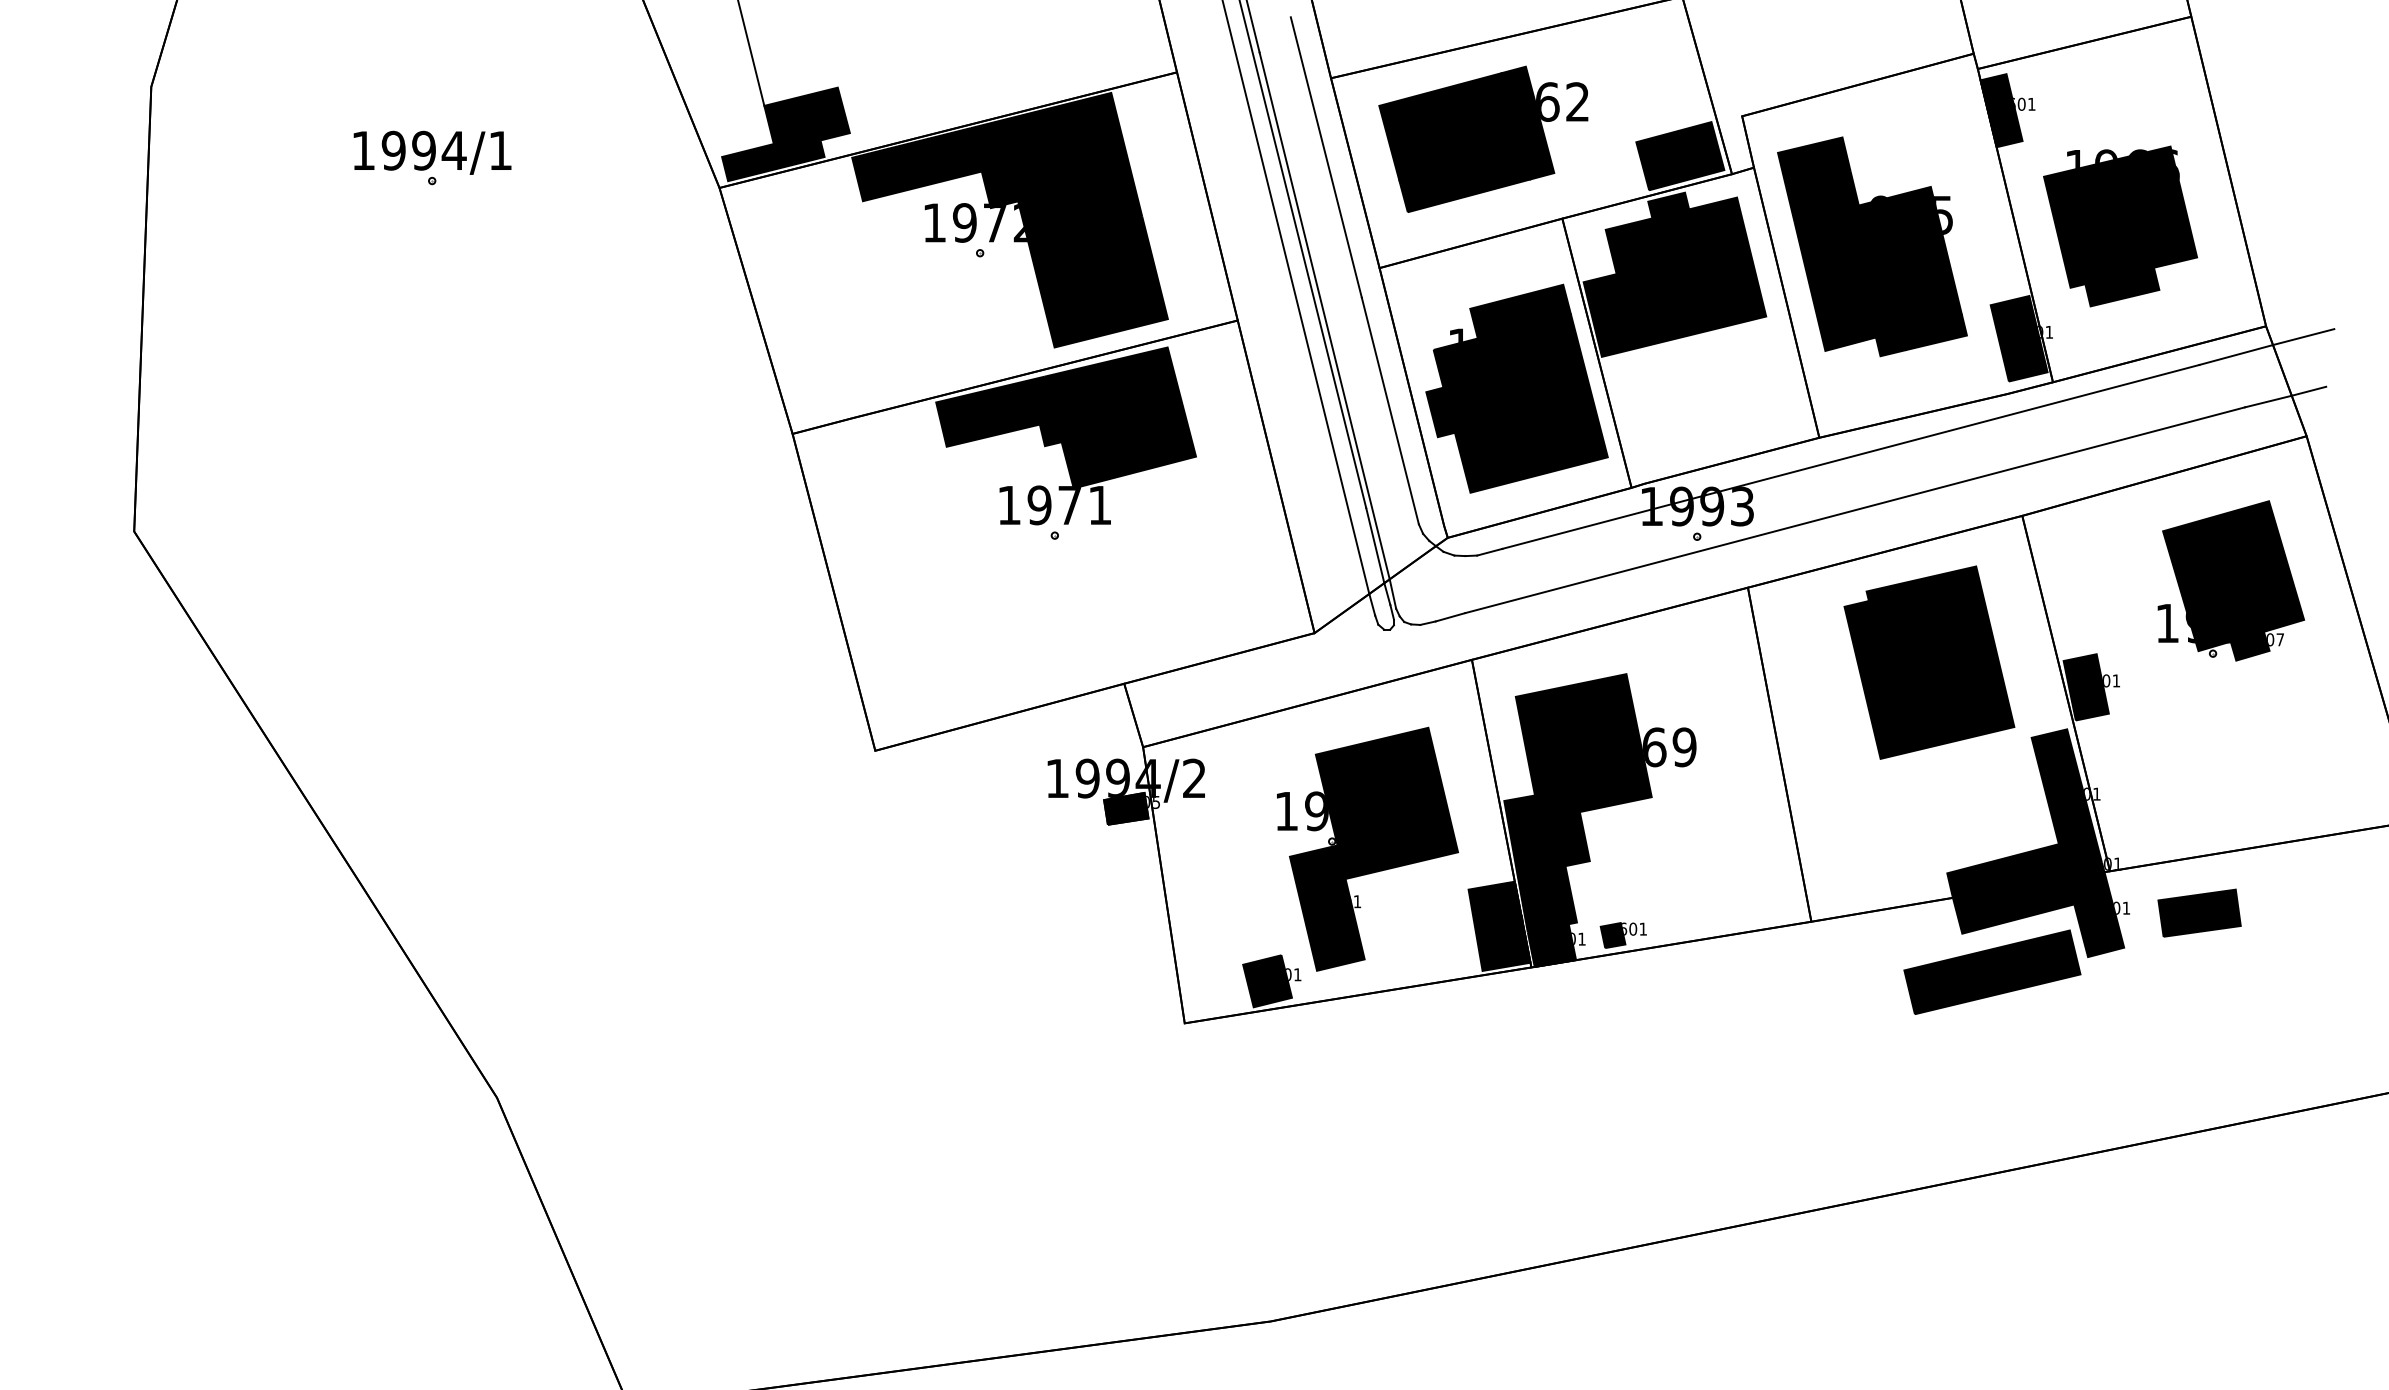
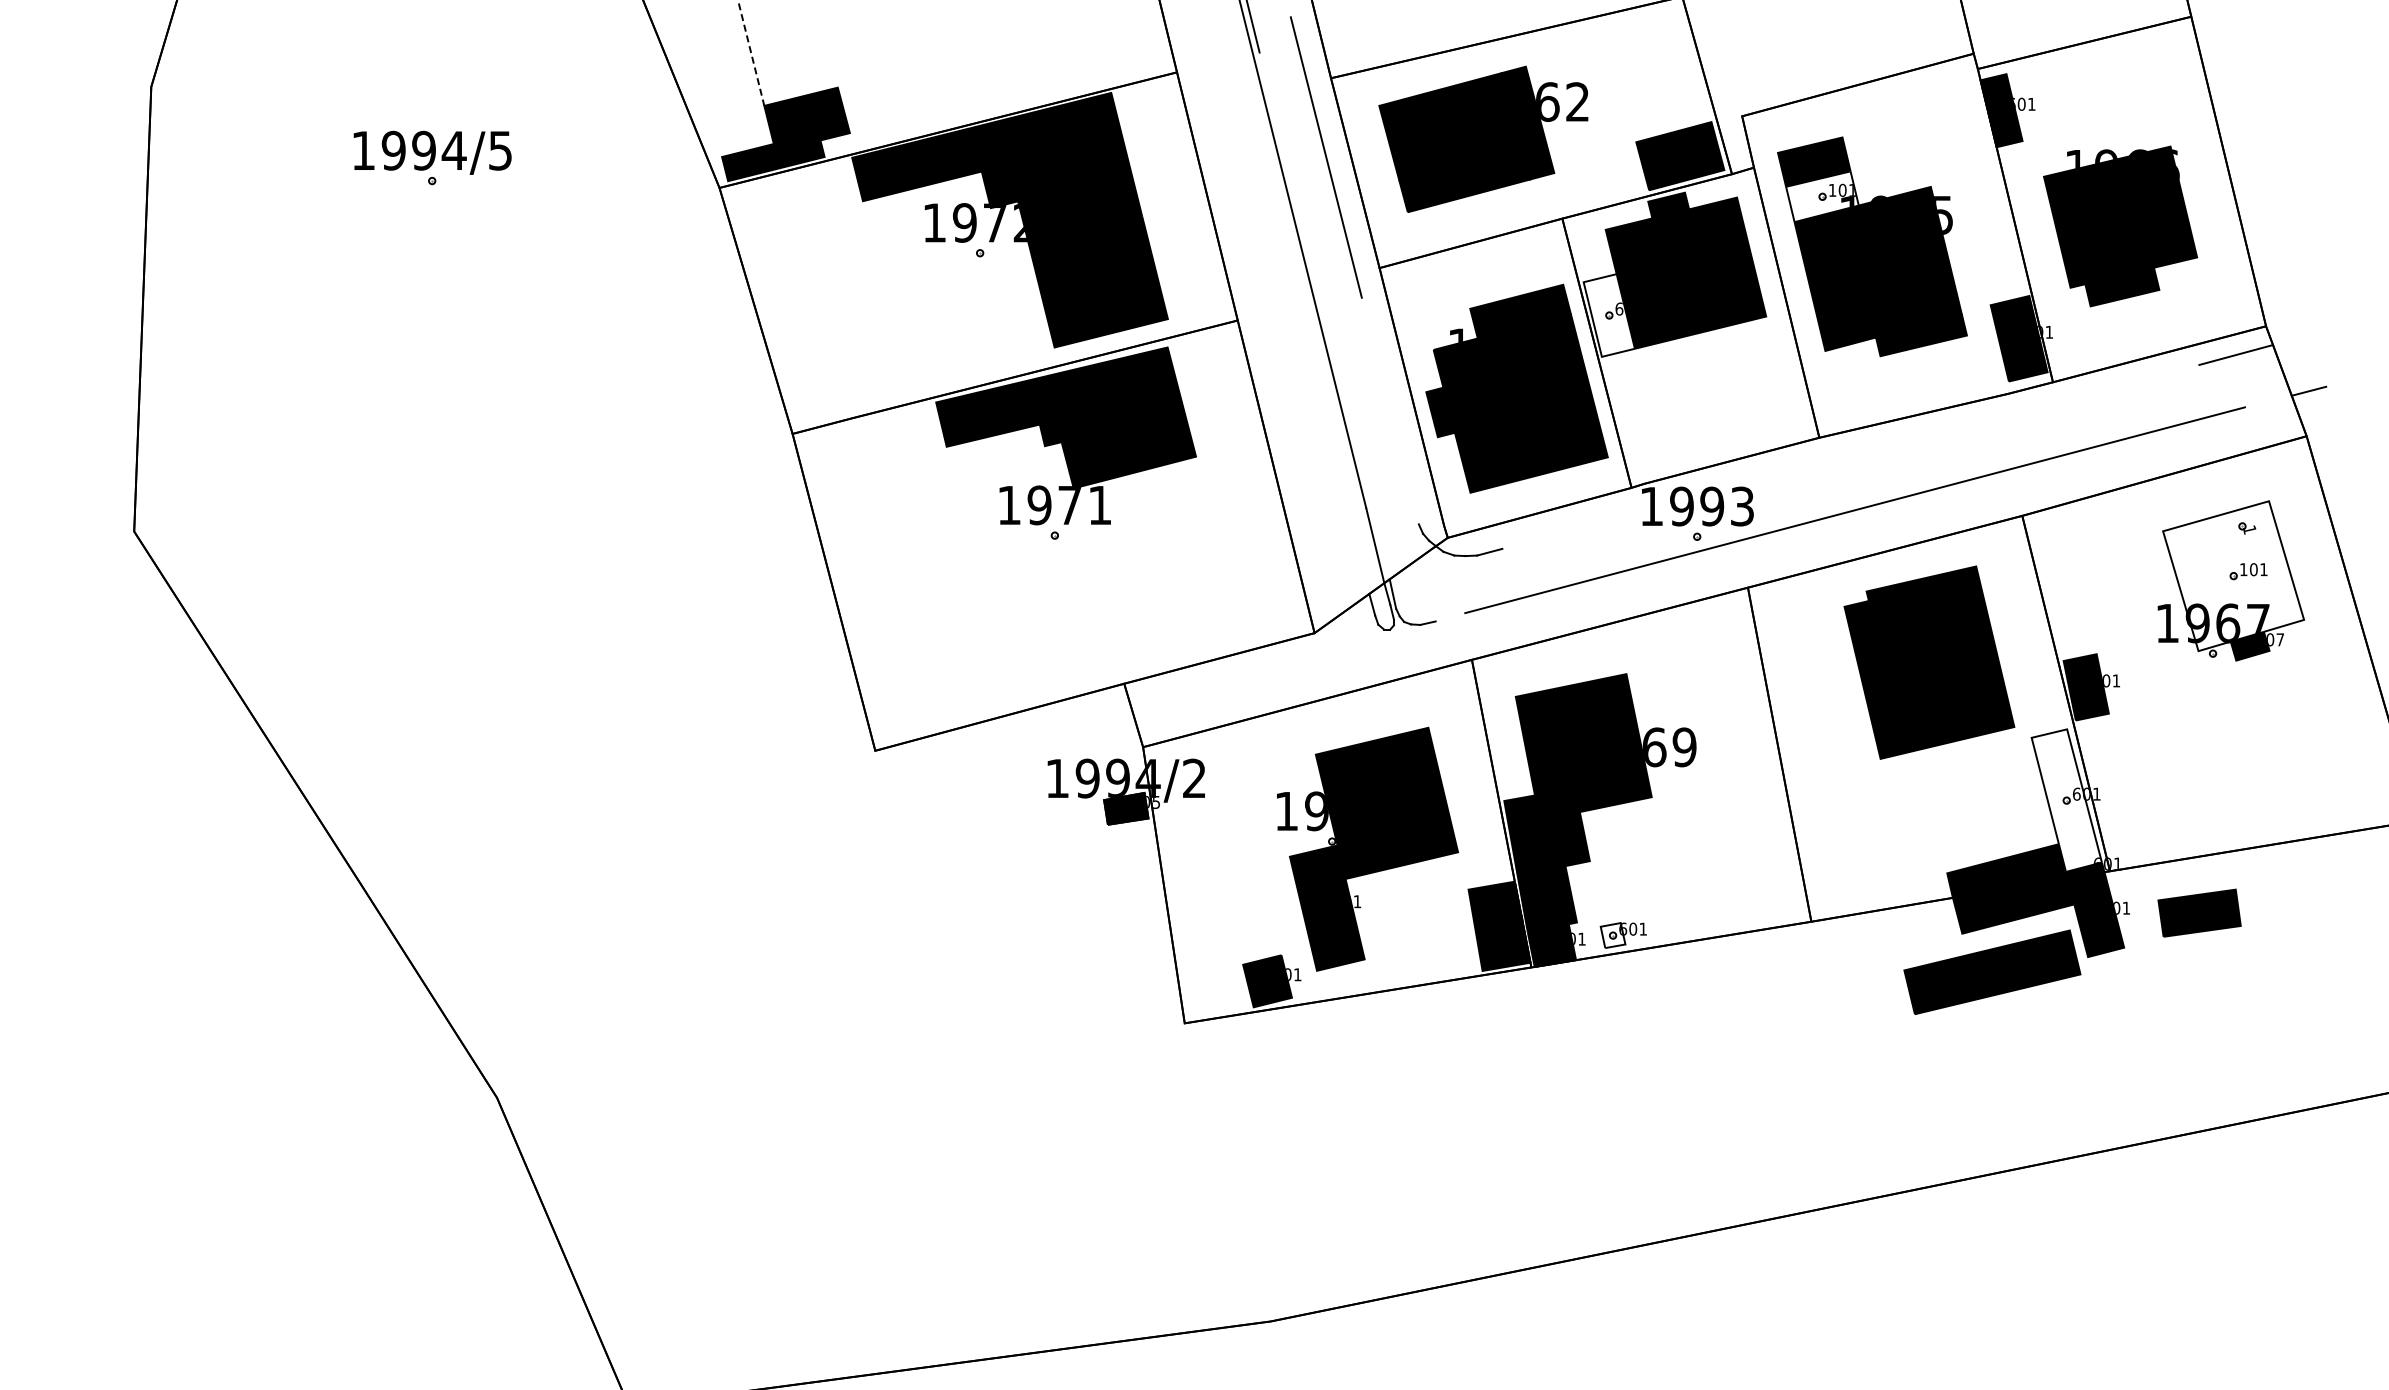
line at (751, 53): solid -> dashed
text at (500, 150): 1994/1 -> 1994/5
fill at (1822, 196): present -> none
line at (1296, 297): present -> none
line at (1324, 315): present -> none
fill at (1608, 315): present -> none
line at (2303, 337): present -> none
line at (2268, 401): present -> none
line at (1389, 410): present -> none
line at (1850, 456): present -> none
fill at (2233, 576): present -> none
line at (1450, 617): present -> none
fill at (2066, 800): present -> none
fill at (1612, 935): present -> none
